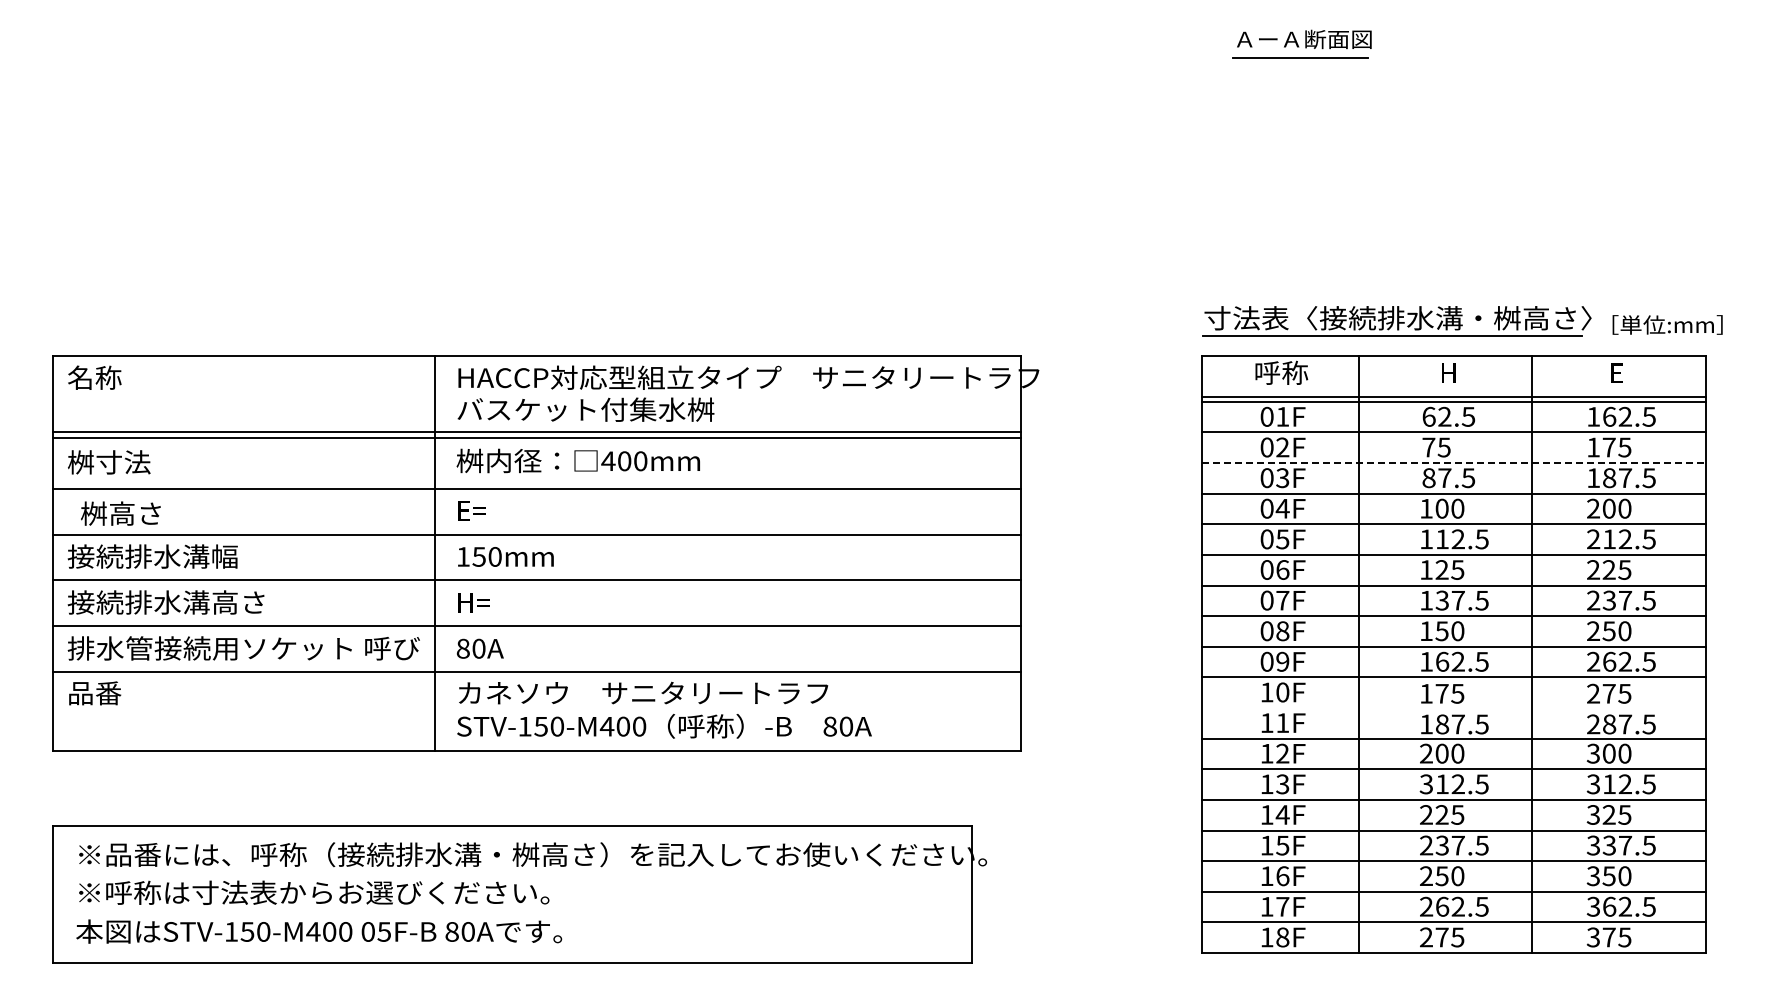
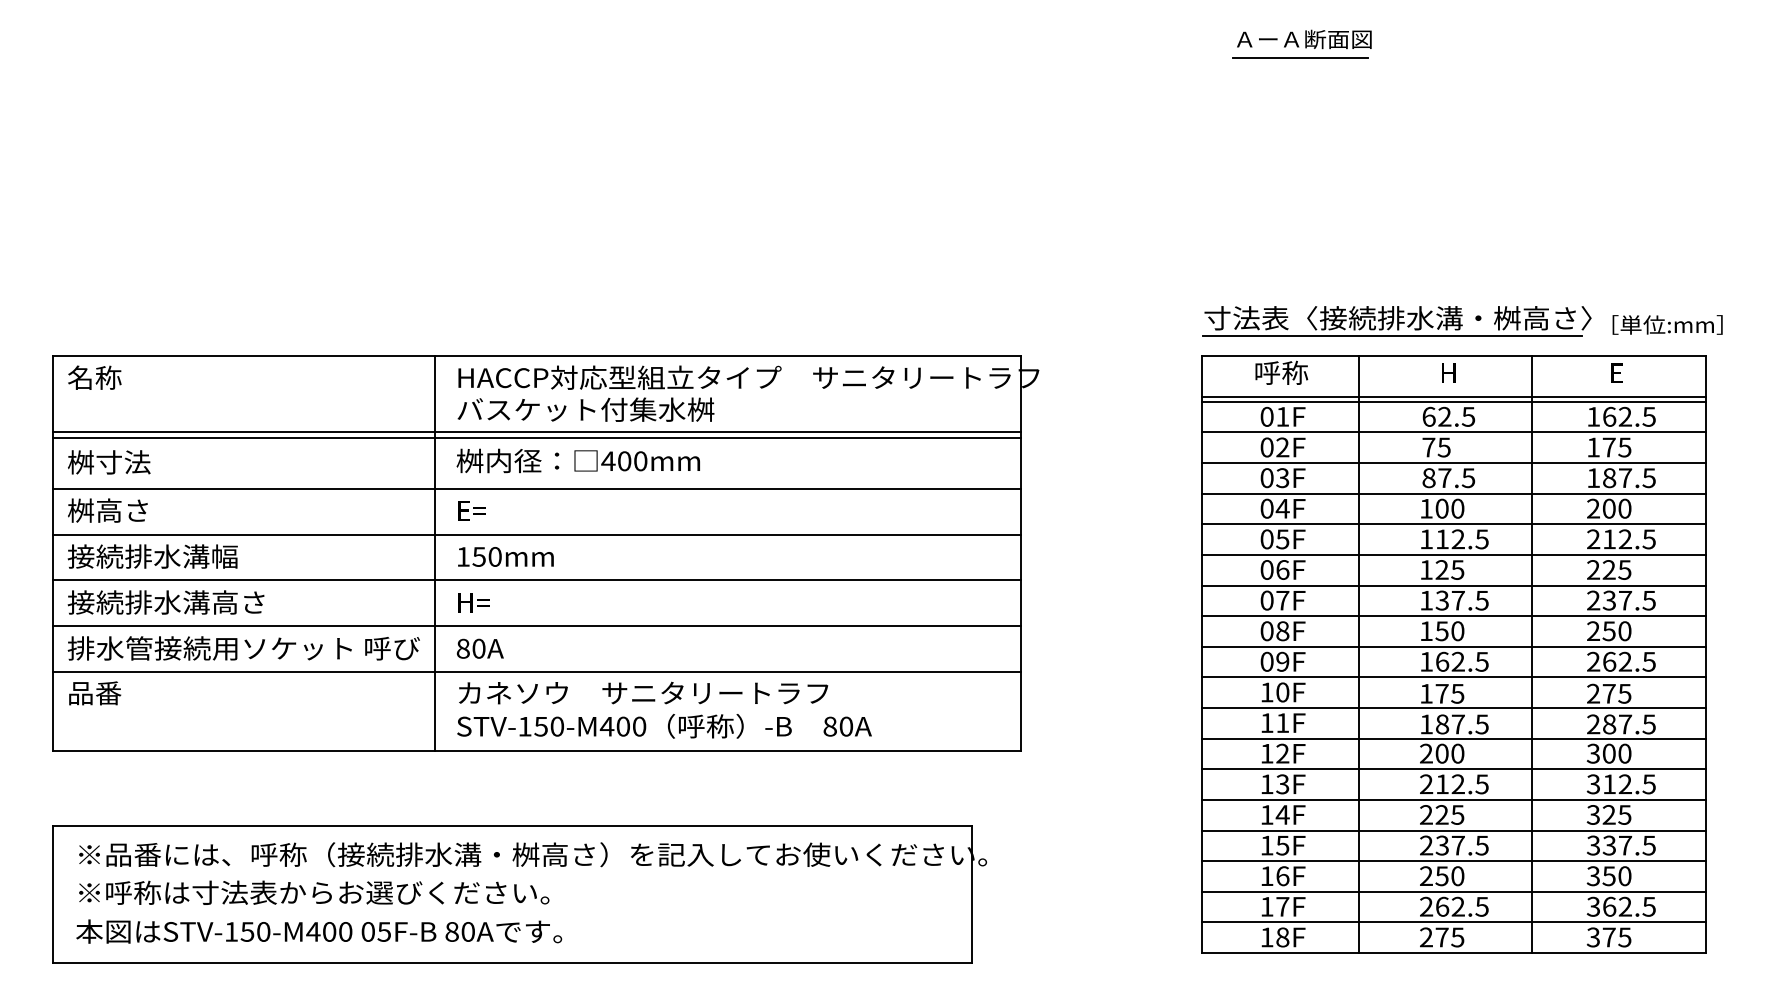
line at (1453, 463): dashed -> solid
text at (120, 513) position: (120, 513) -> (107, 510)
line at (1453, 708): none -> present
text at (1426, 784): 312.5 -> 212.5
